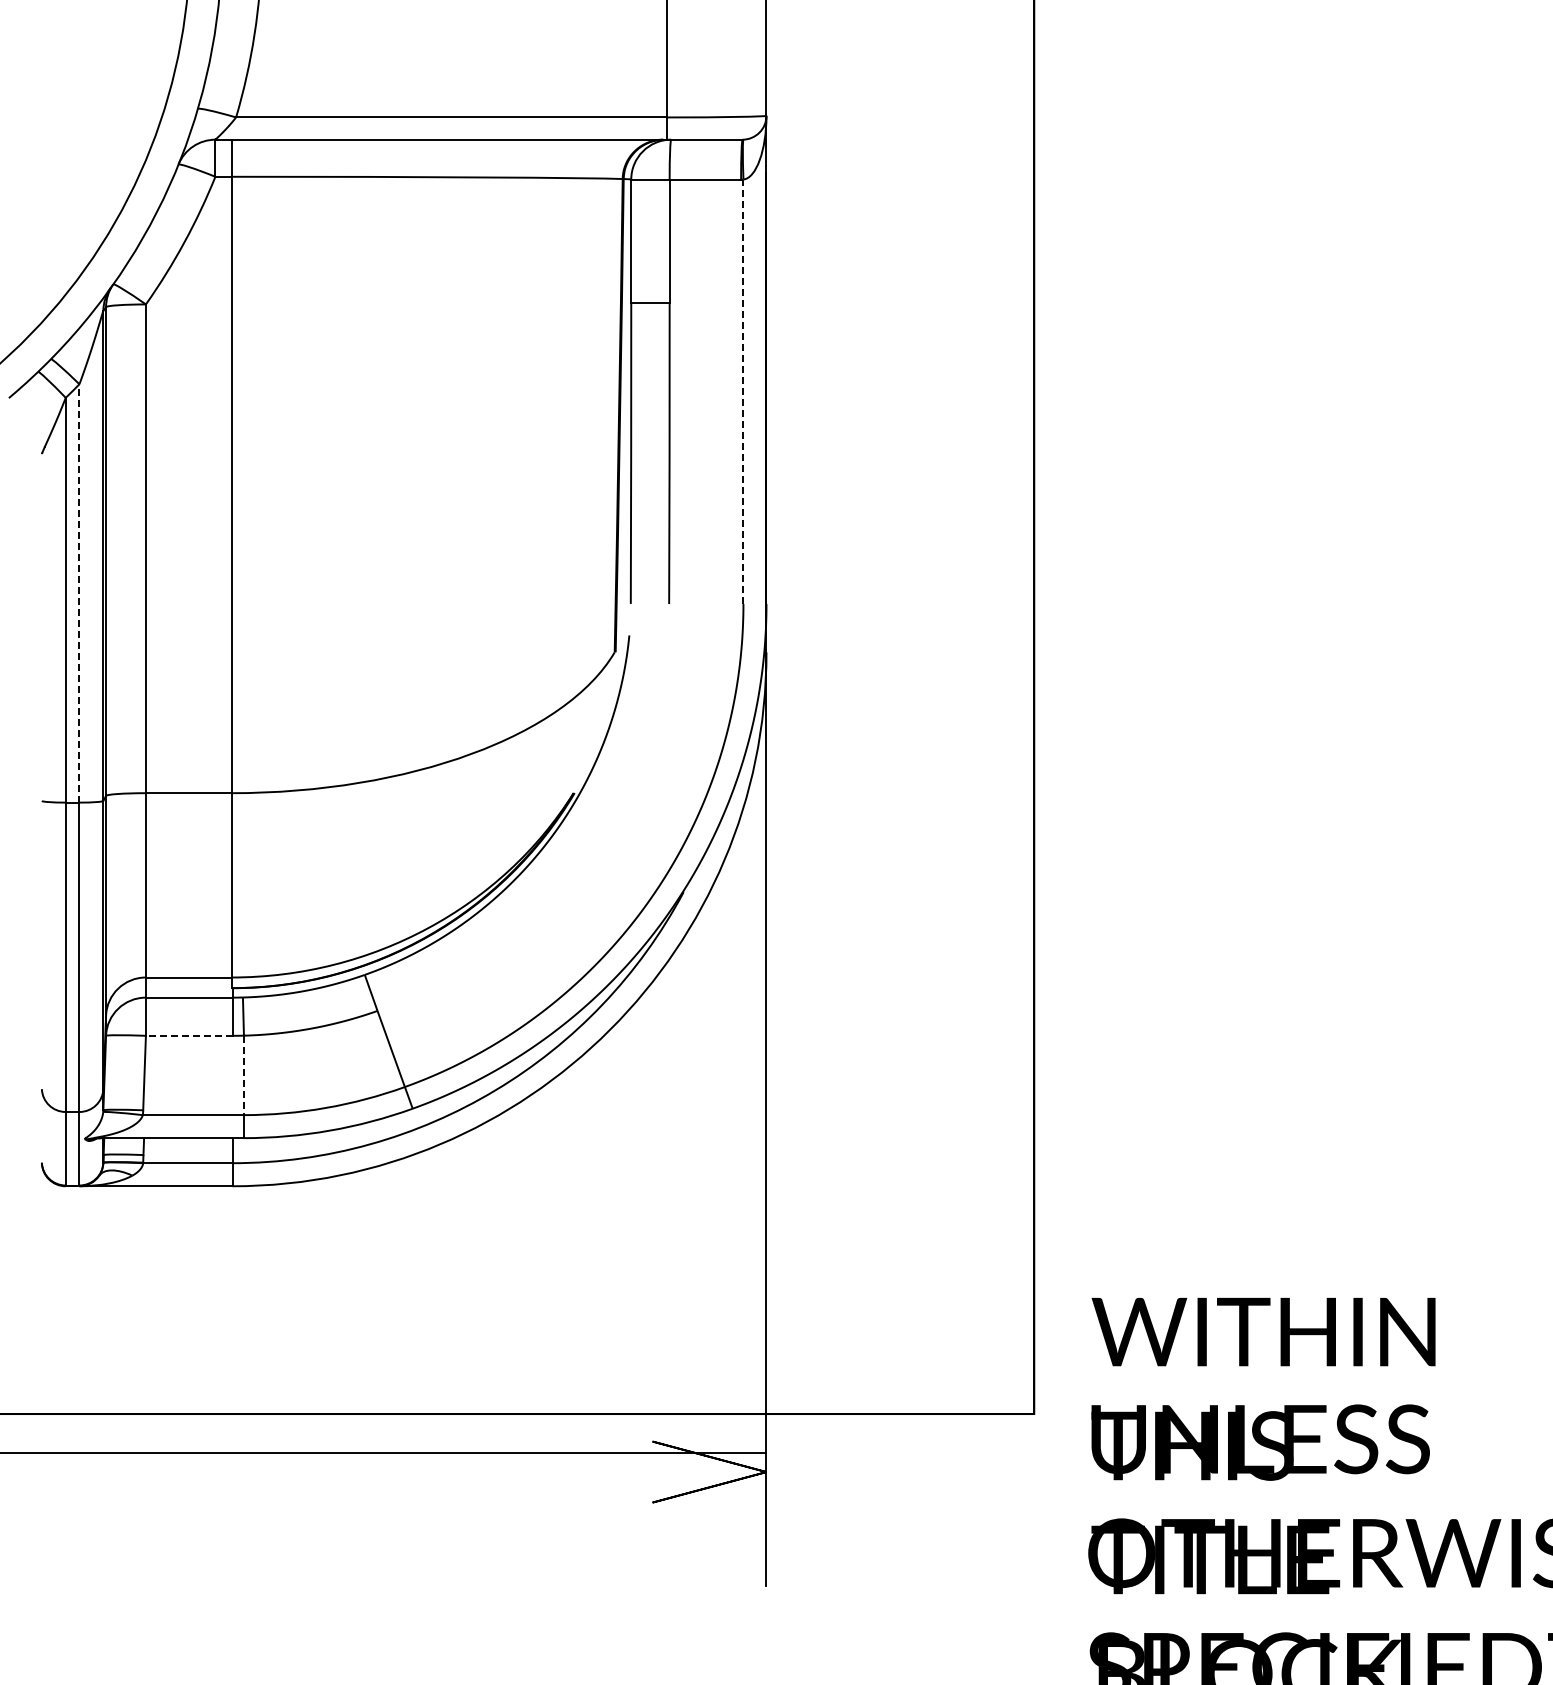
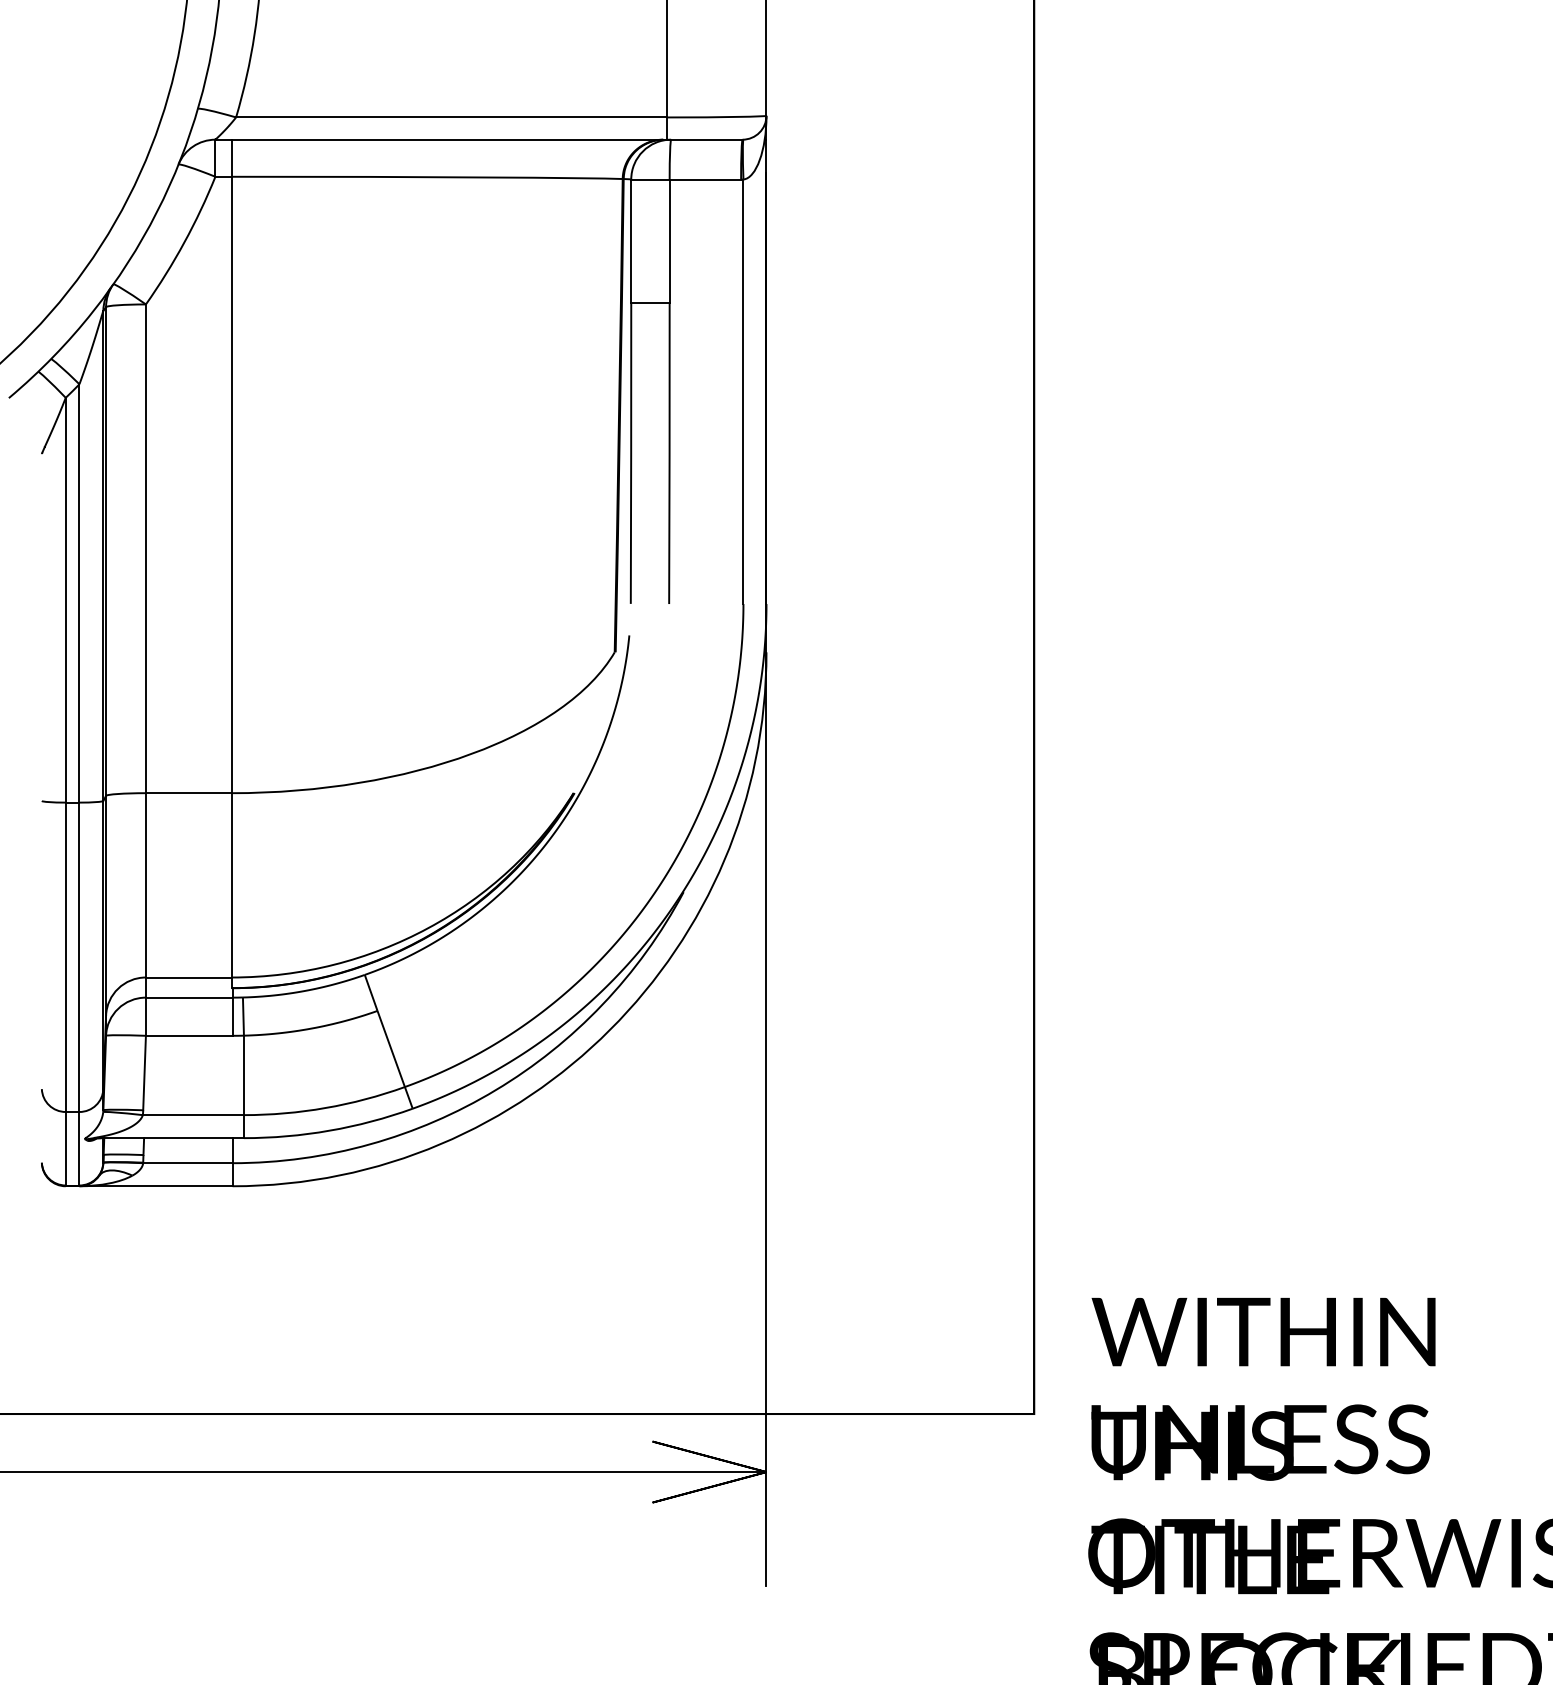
line at (743, 391): dashed -> solid
line at (79, 592): dashed -> solid
line at (188, 1035): dashed -> solid
line at (243, 1075): dashed -> solid
line at (384, 1453) position: (384, 1453) -> (384, 1472)
